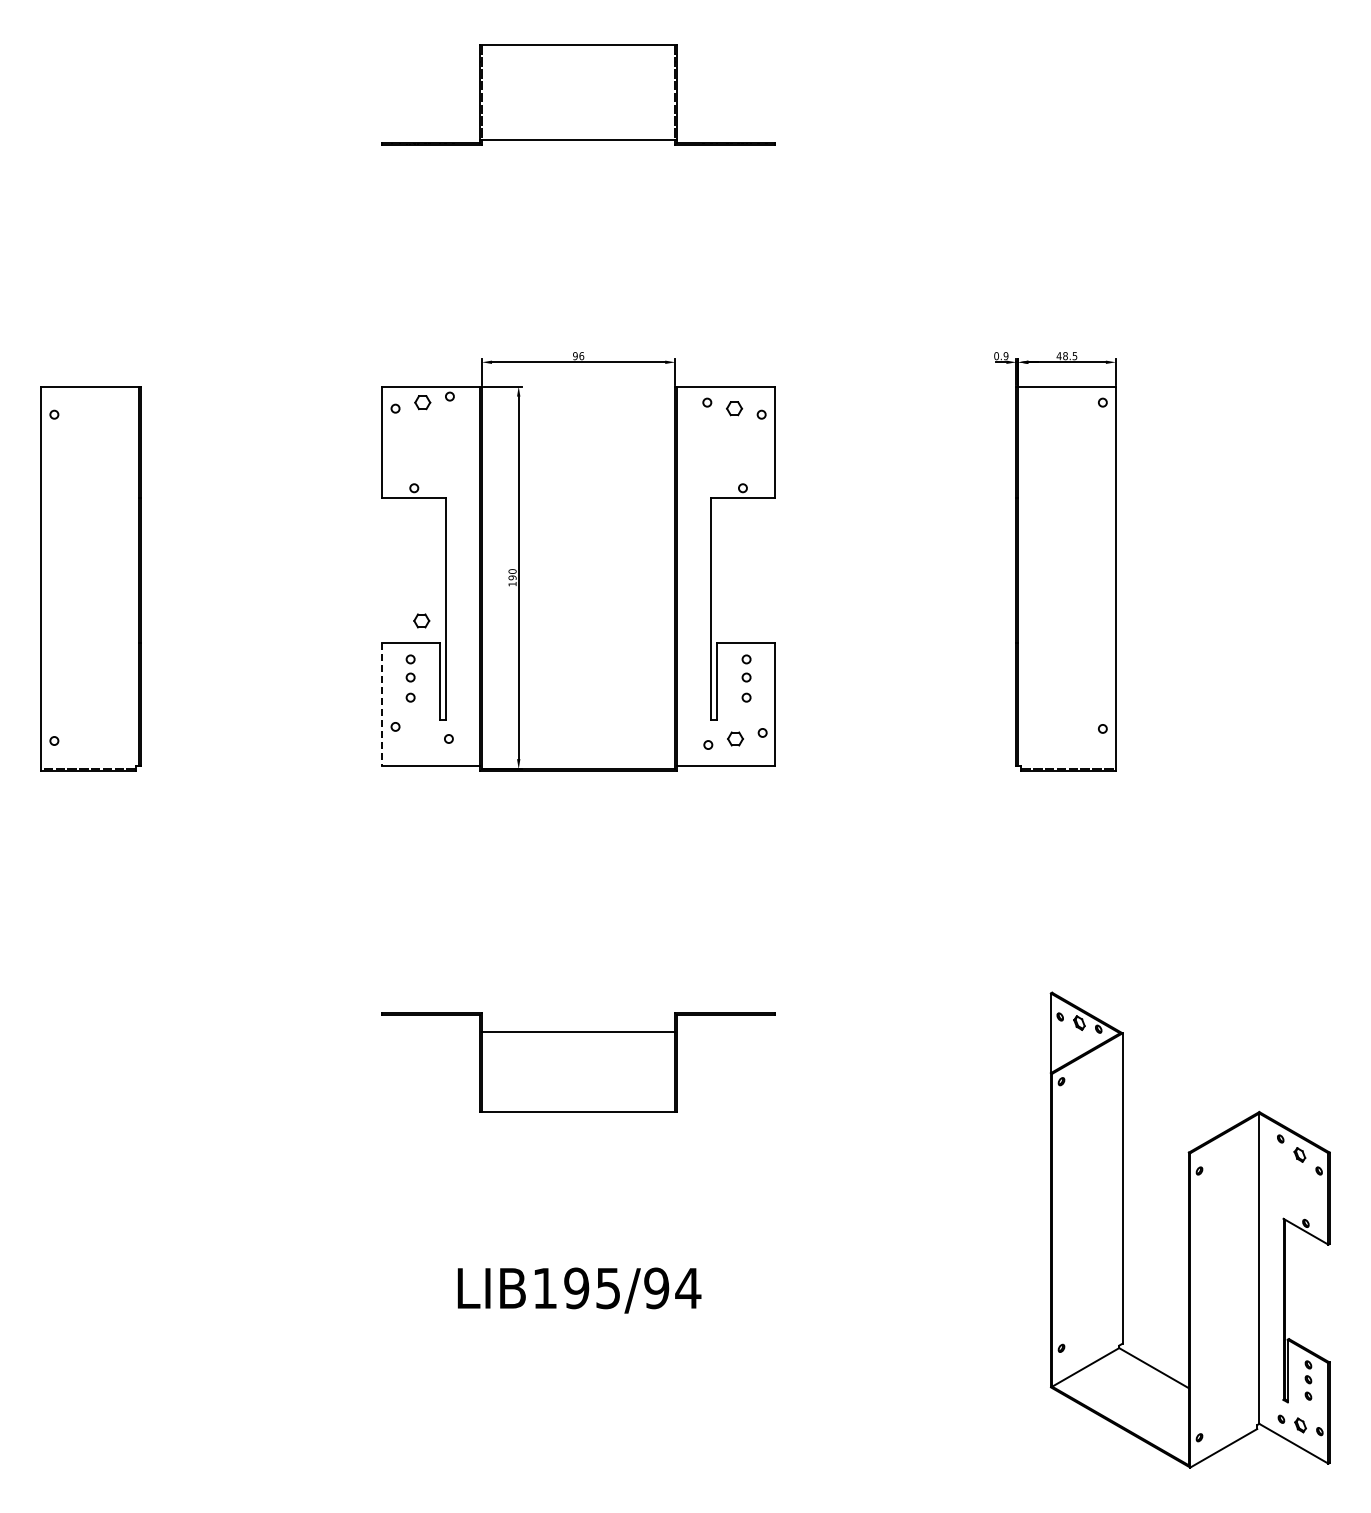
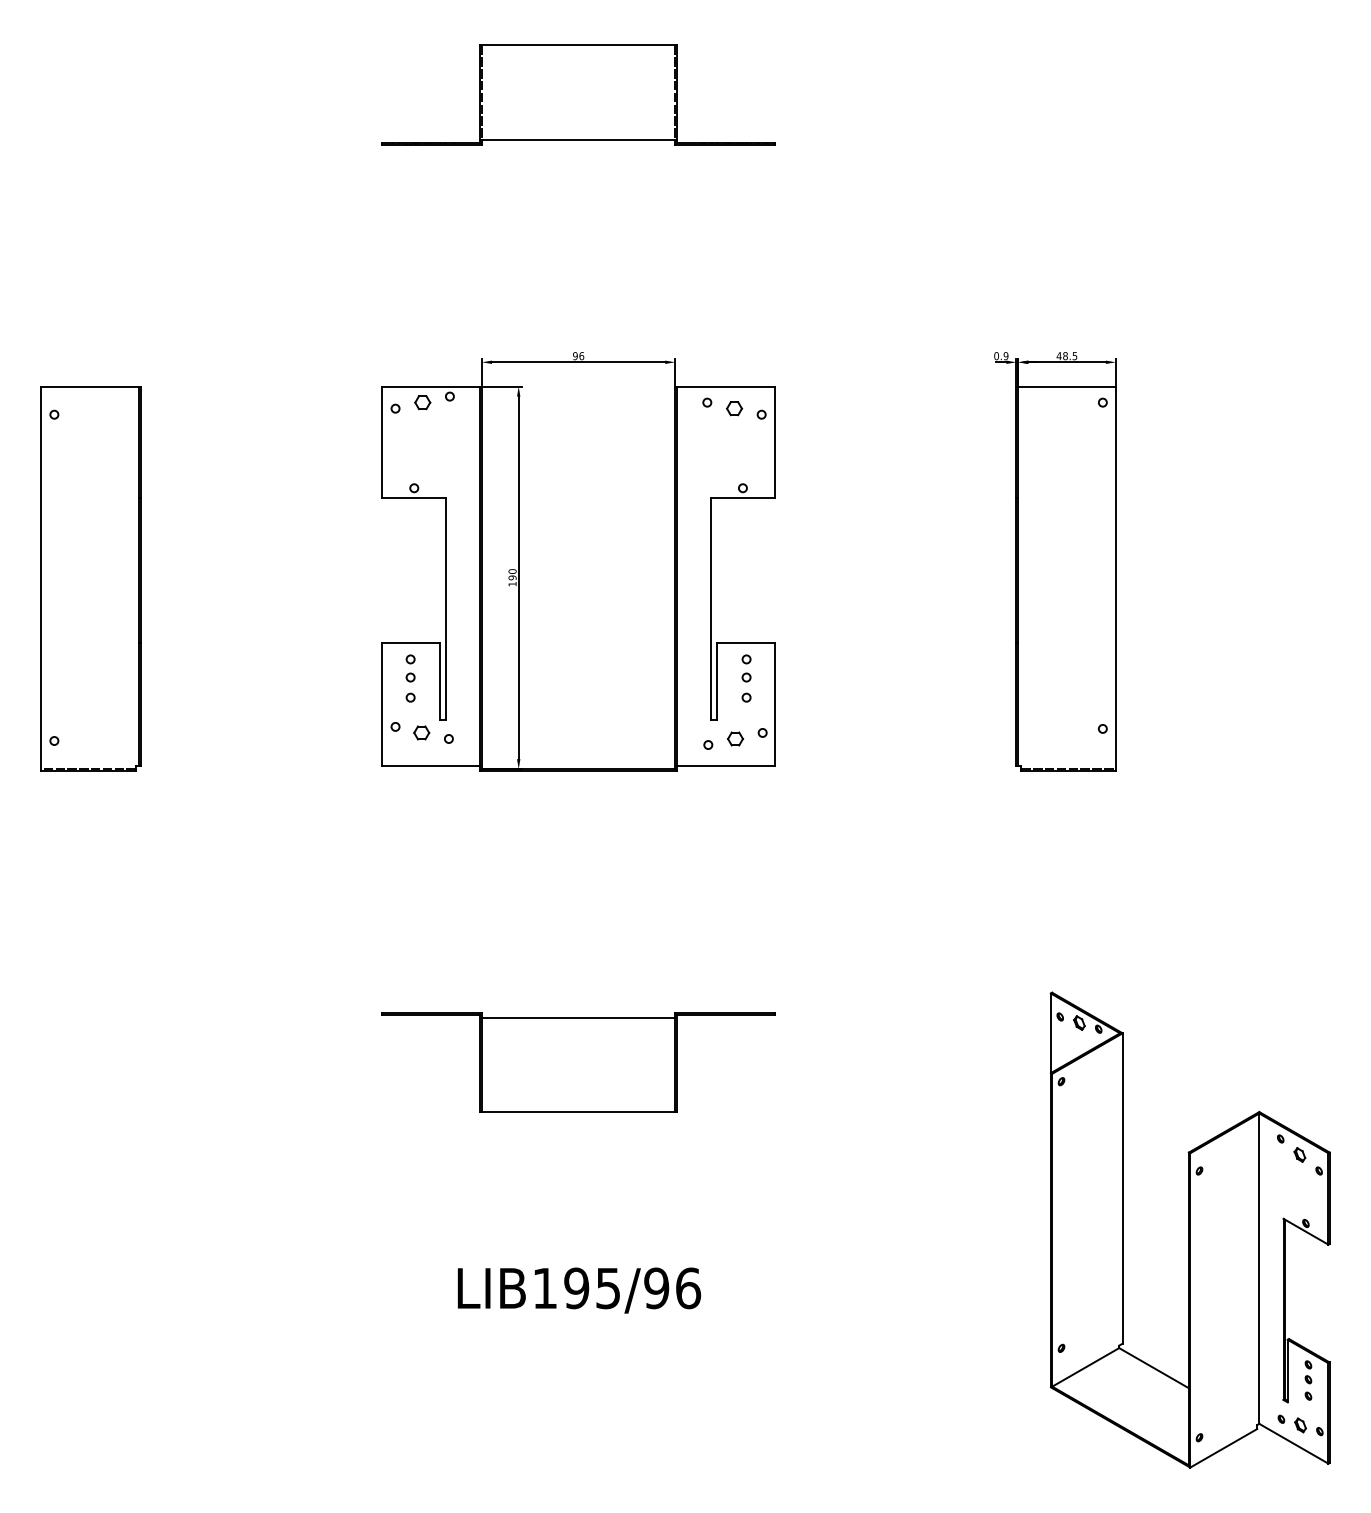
part at (421, 620) position: (421, 620) -> (421, 732)
line at (382, 705): dashed -> solid
line at (578, 1031) position: (578, 1031) -> (578, 1017)
text at (688, 1288): LIB195/94 -> LIB195/96
